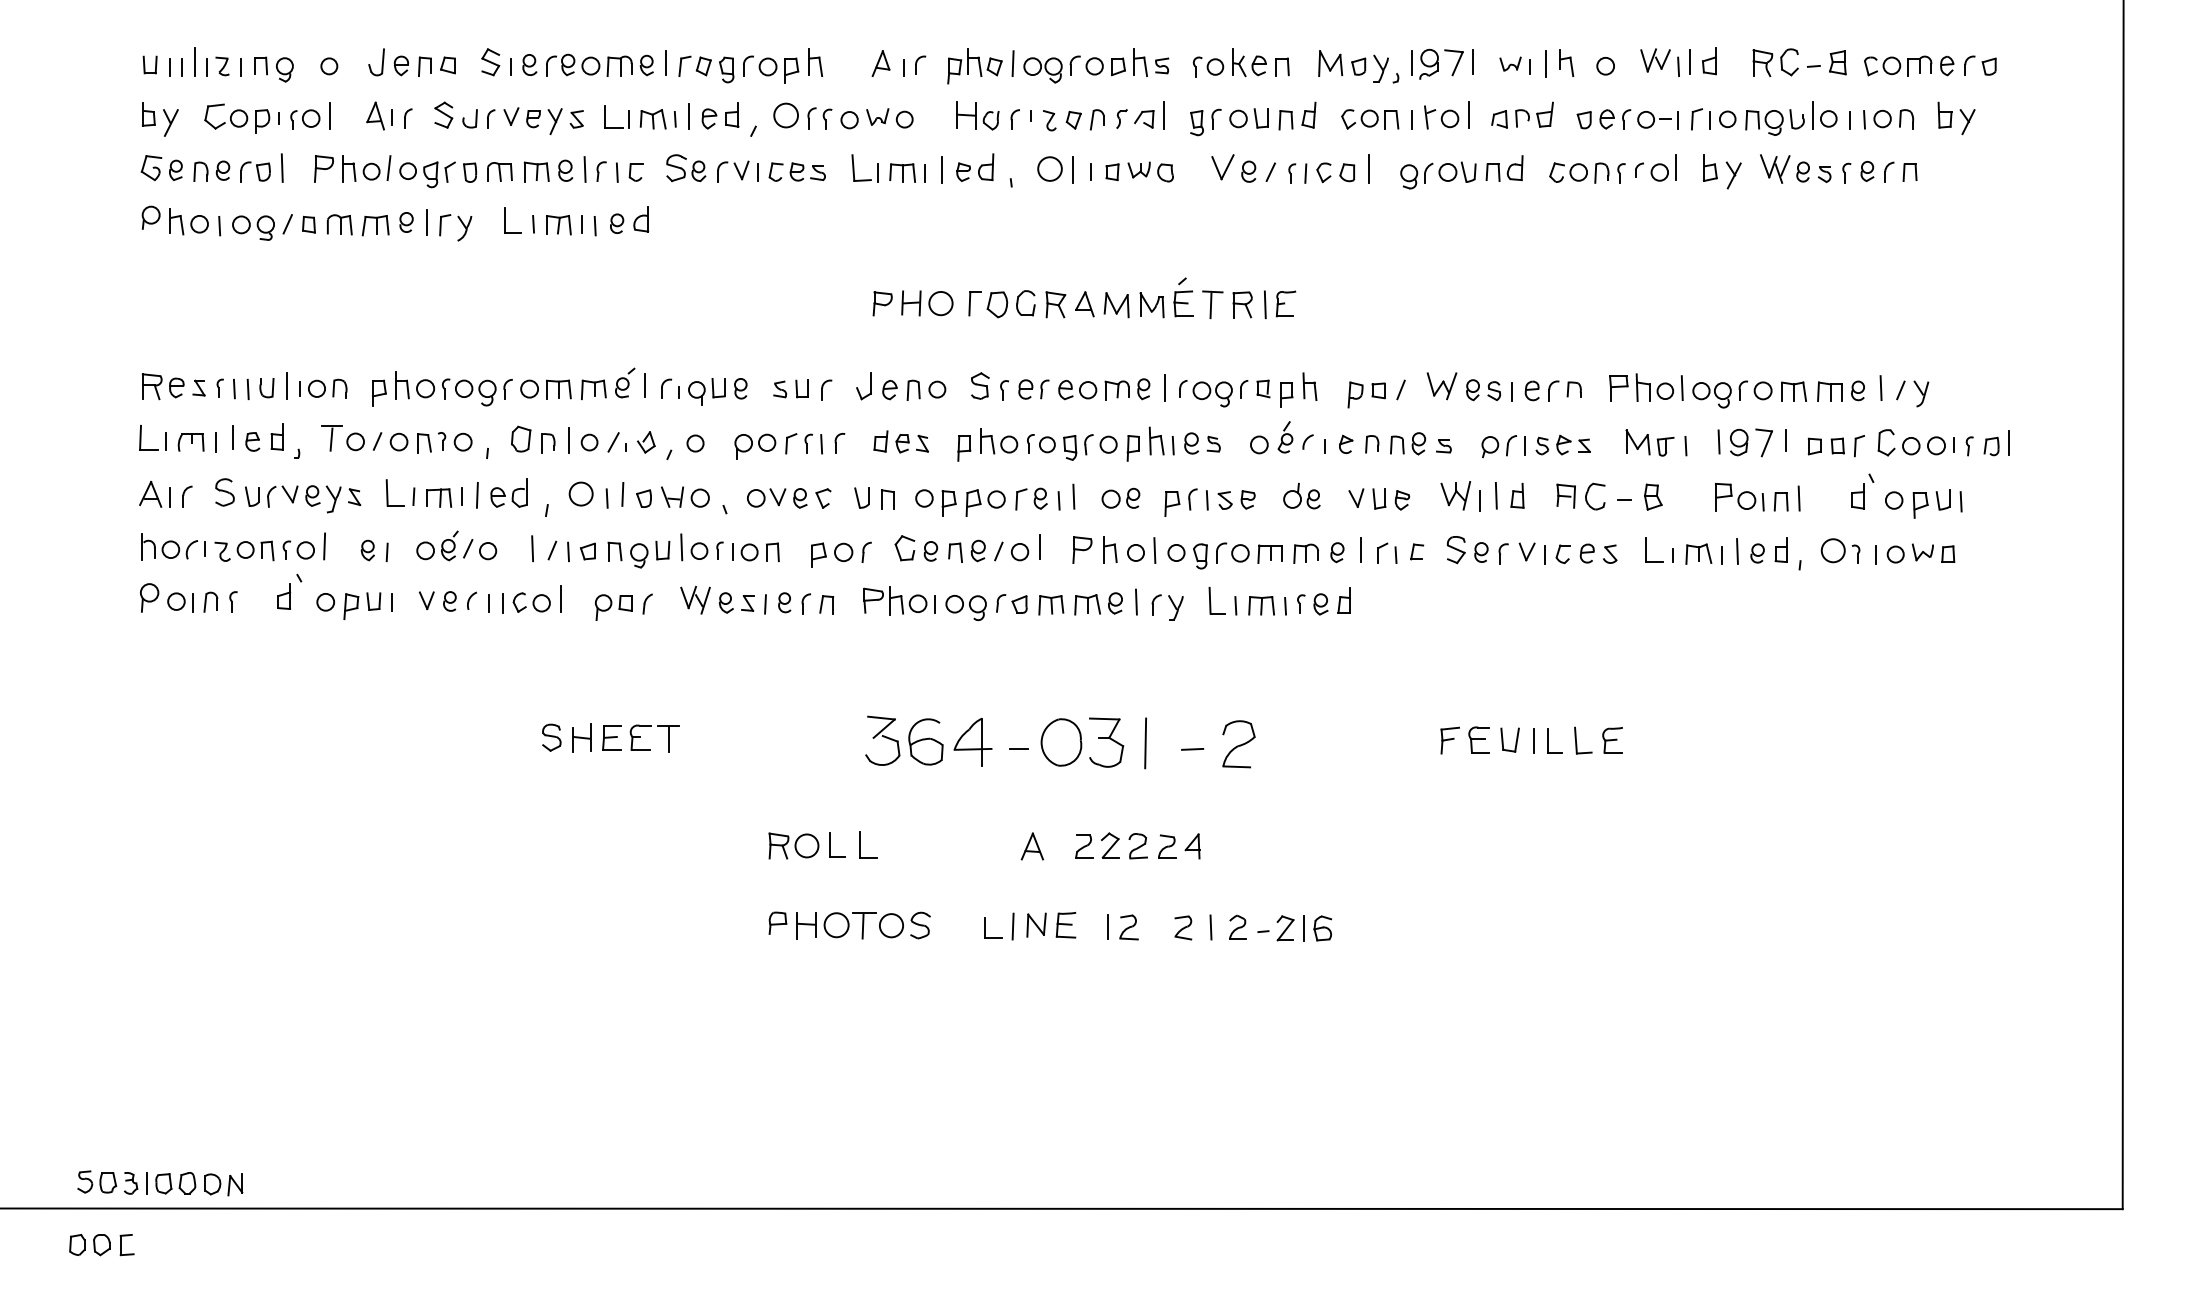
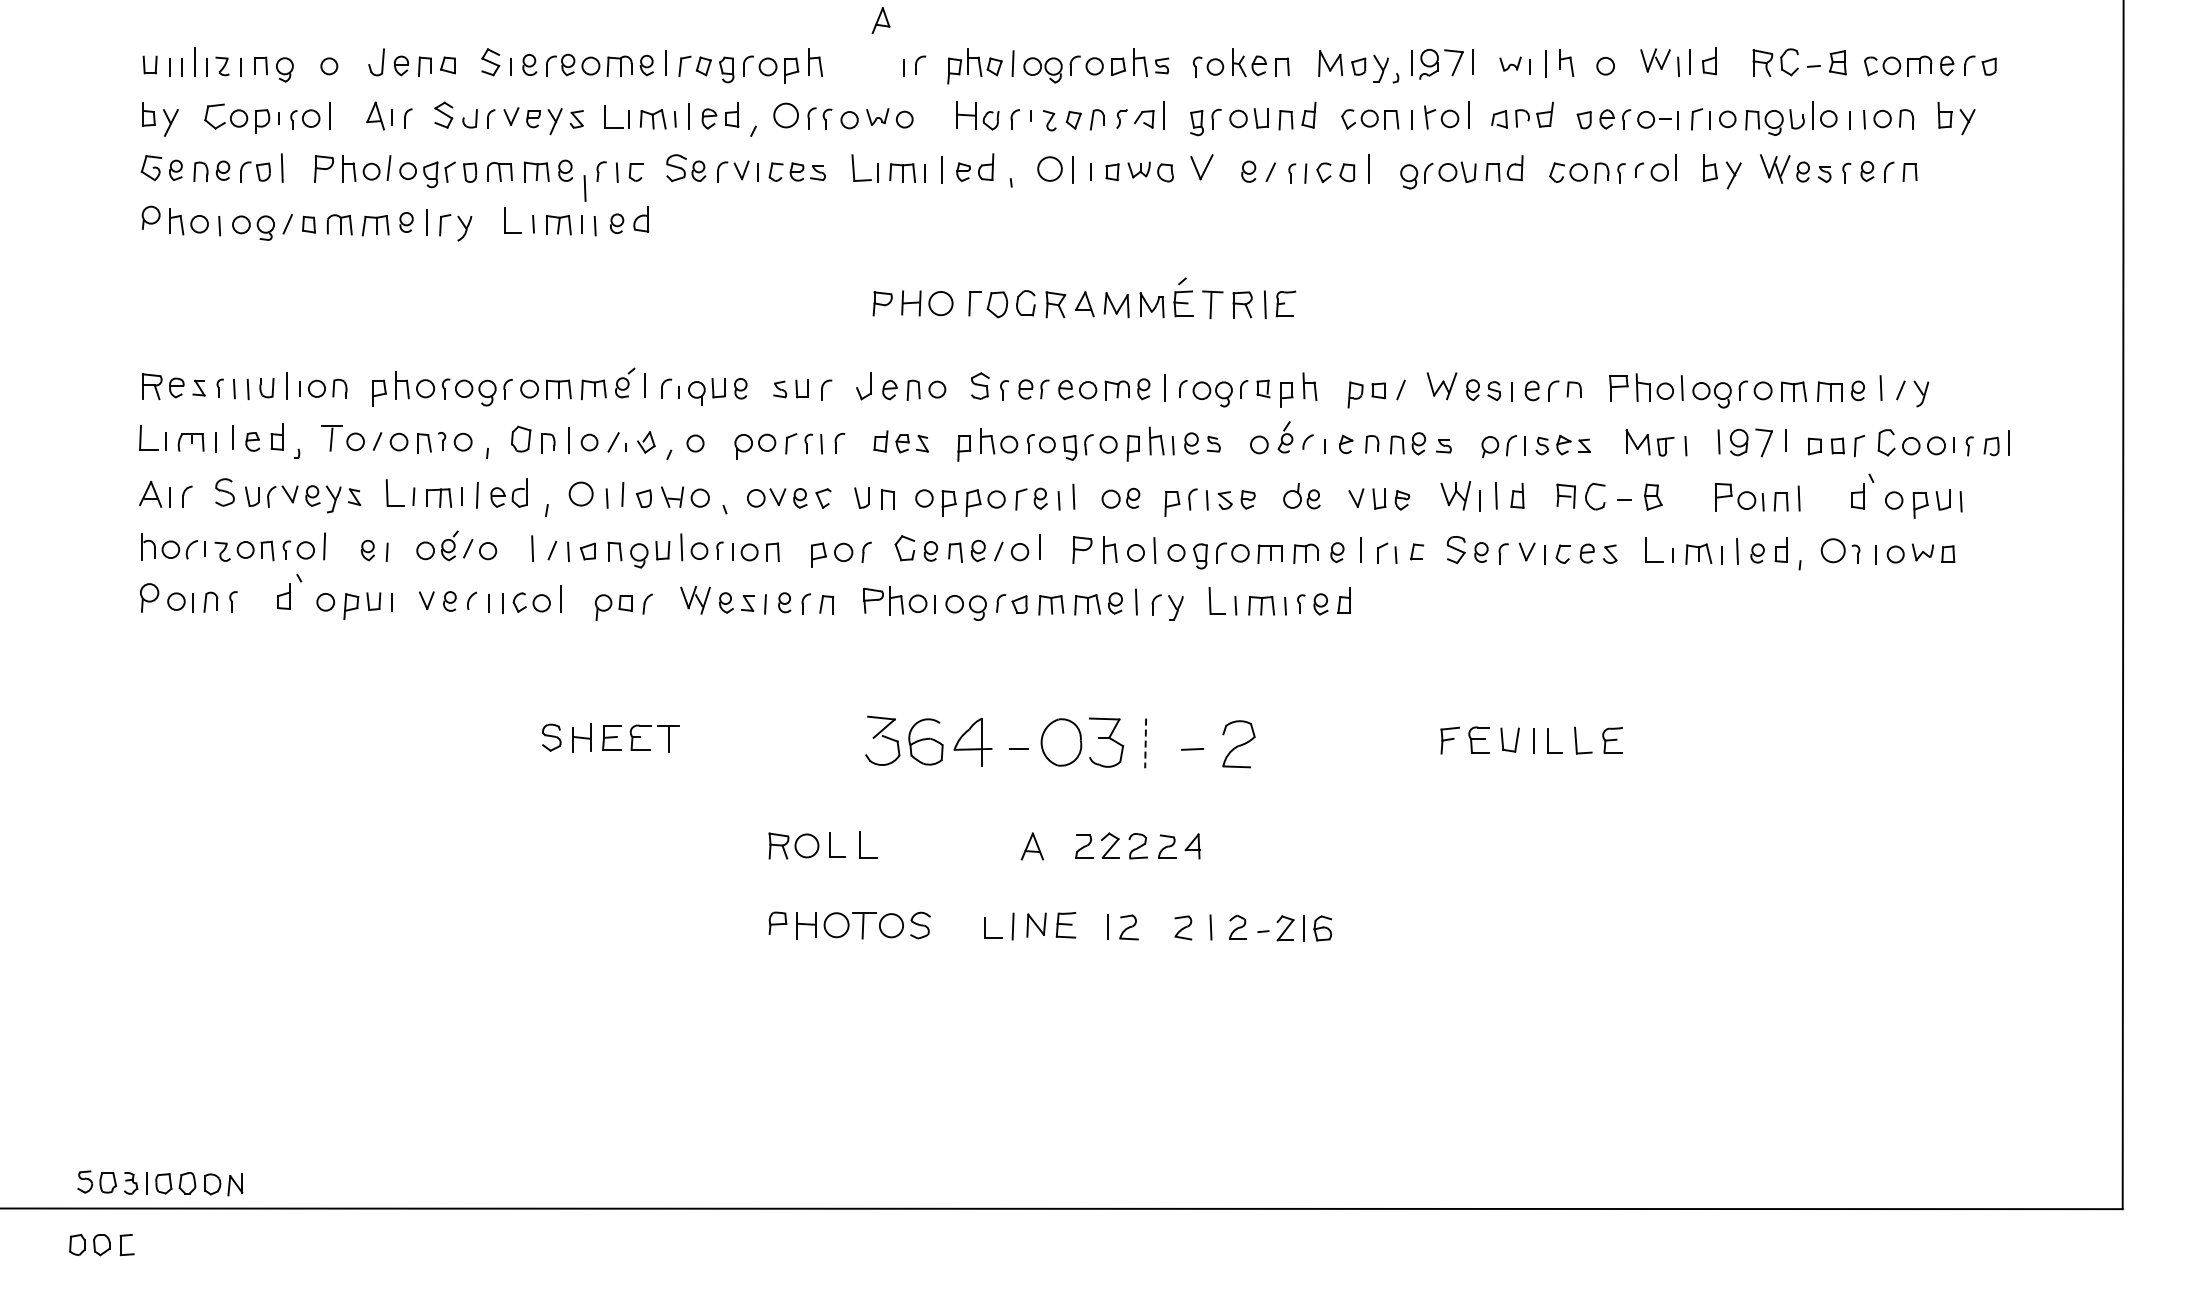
part at (880, 63) position: (880, 63) -> (880, 20)
part at (1222, 167) position: (1222, 167) -> (1201, 167)
line at (584, 169) position: (584, 169) -> (584, 188)
line at (1145, 743): solid -> dashed
